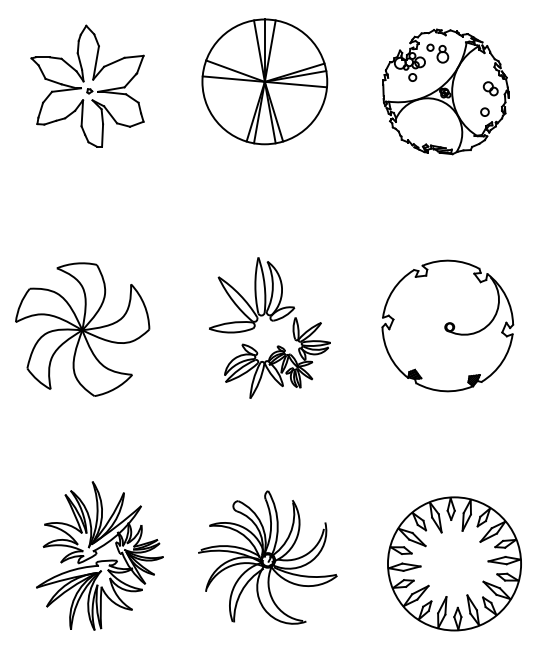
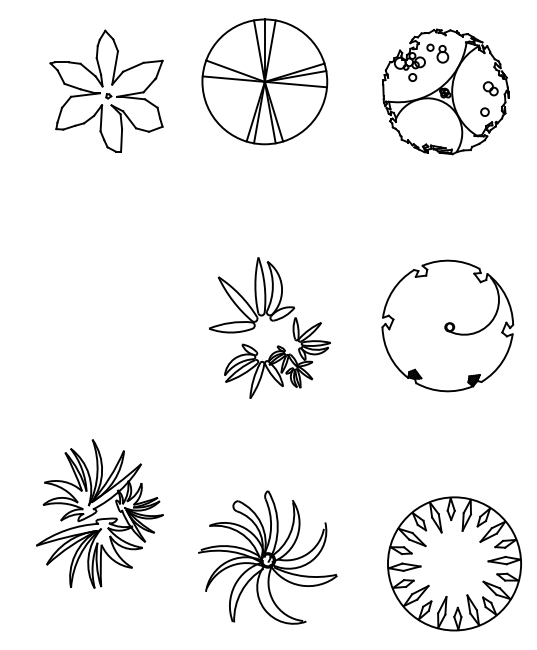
part at (87, 85) position: (87, 85) -> (106, 90)
part at (82, 329): present -> none
part at (99, 555) position: (99, 555) -> (99, 513)
